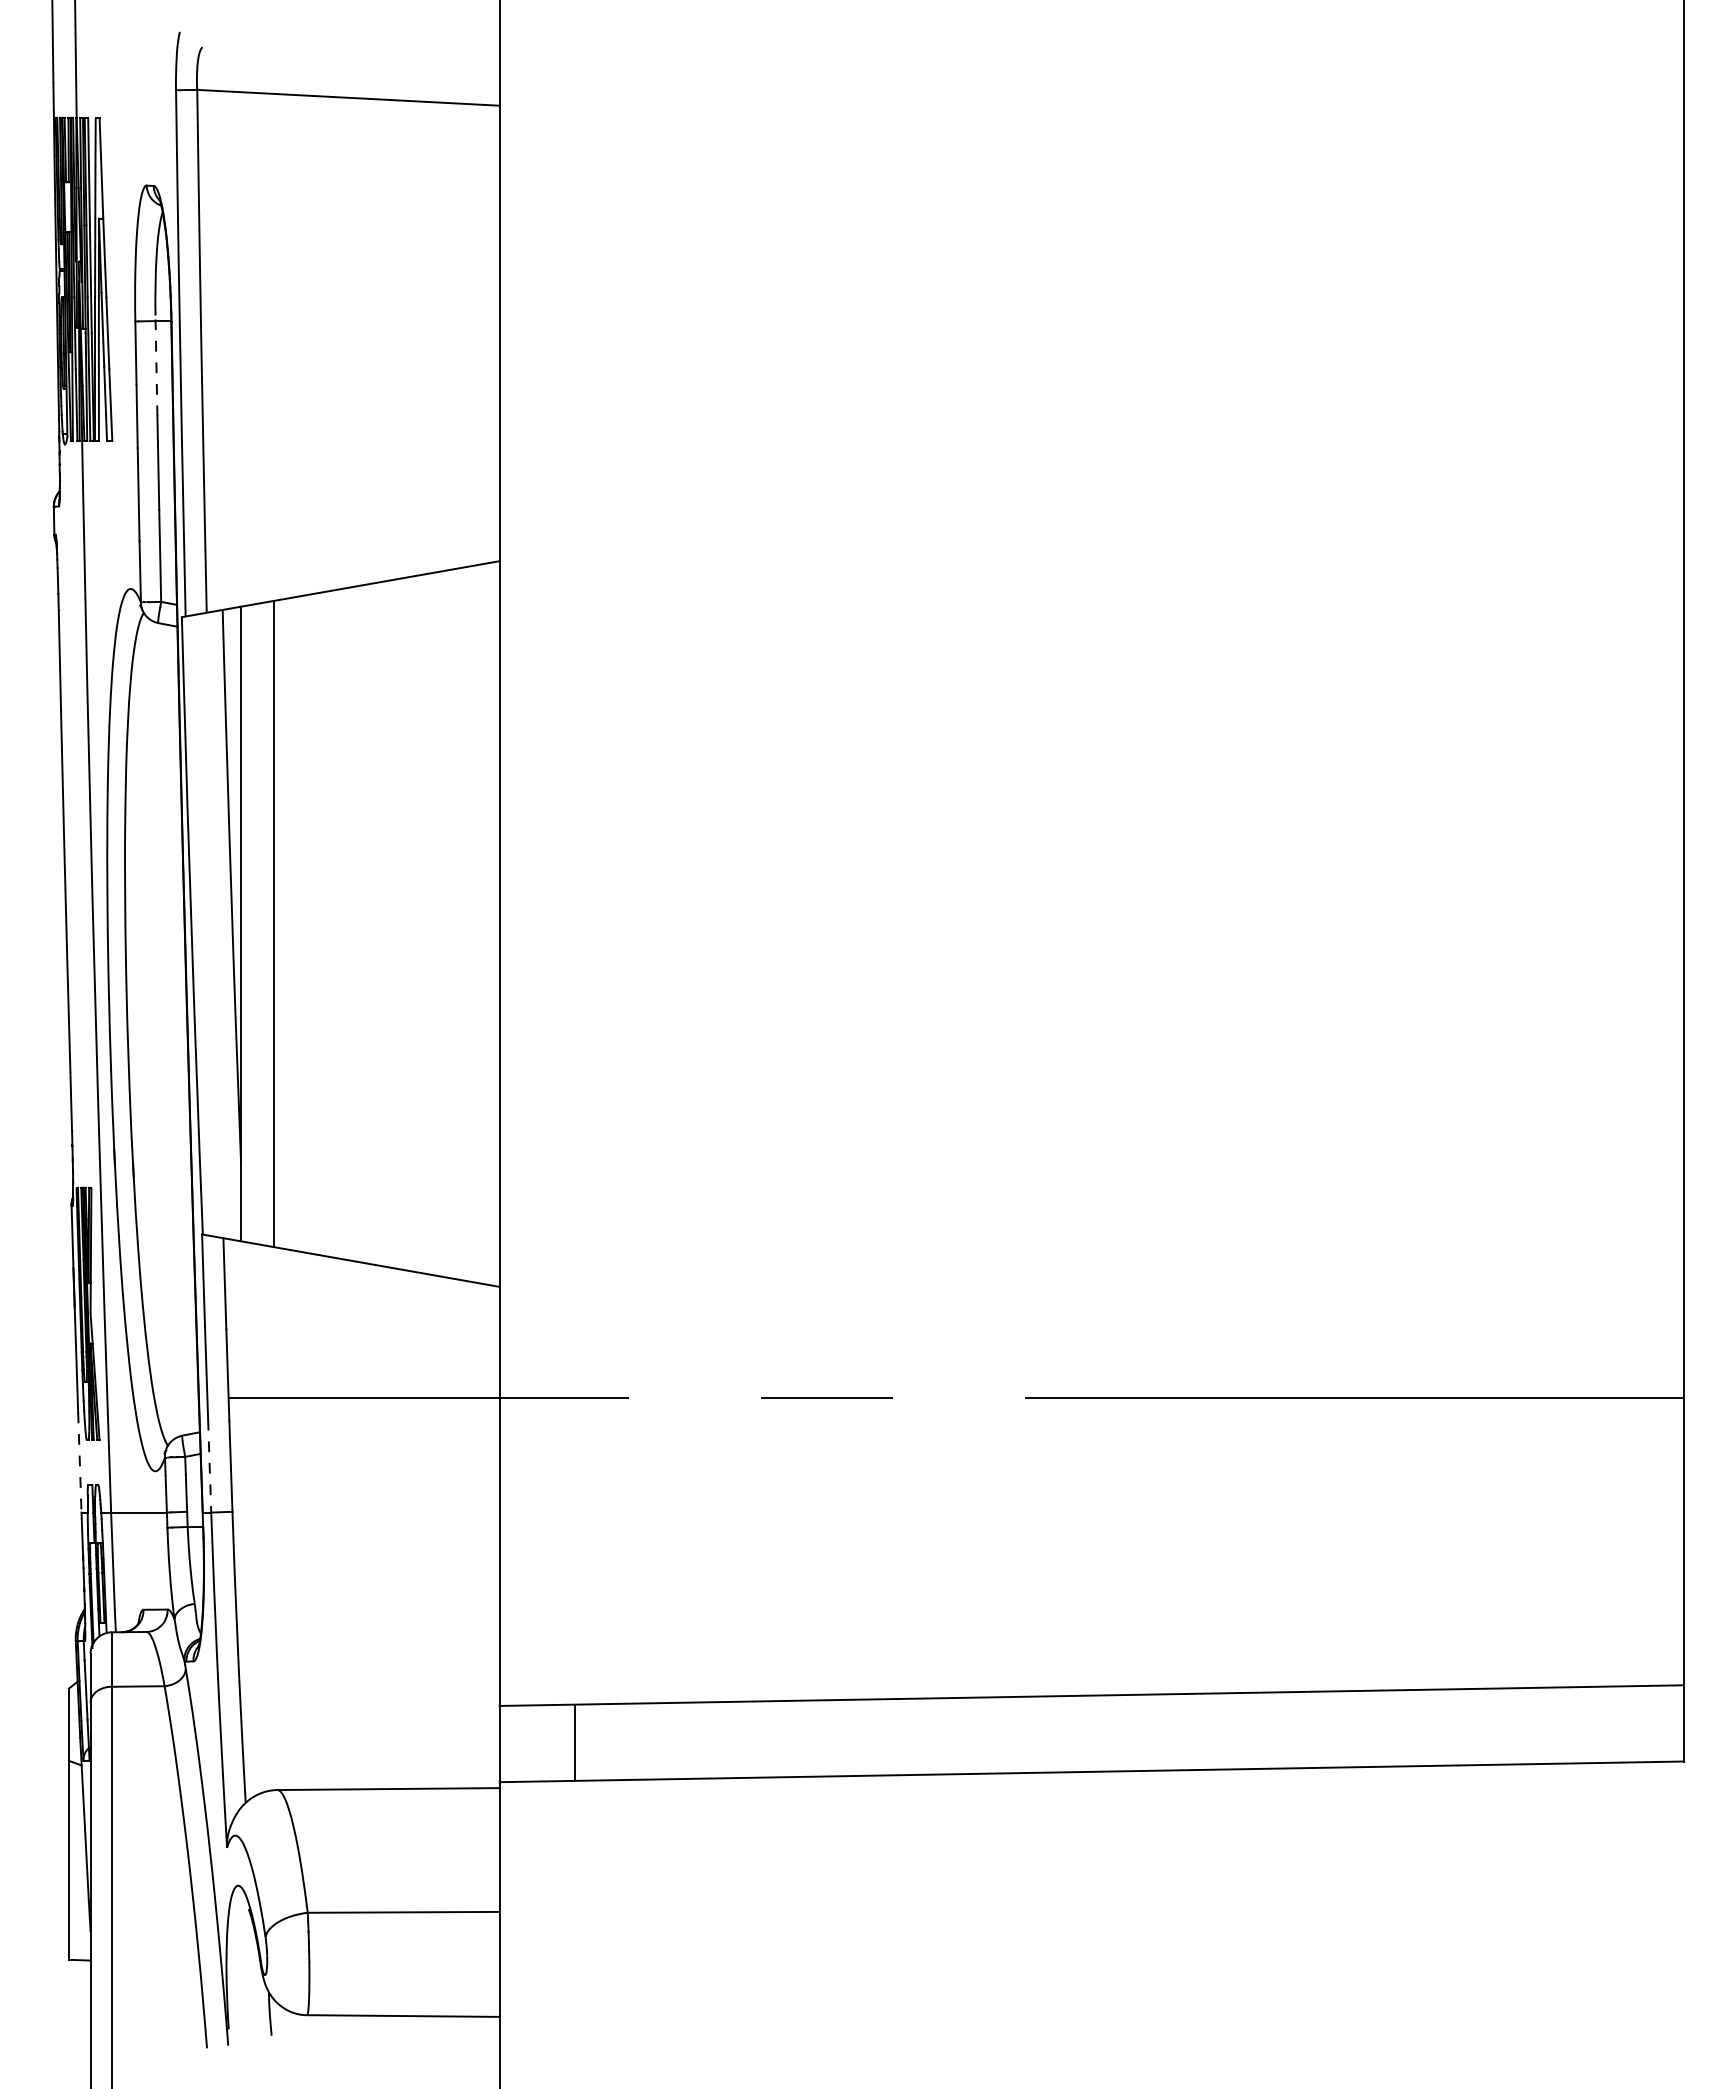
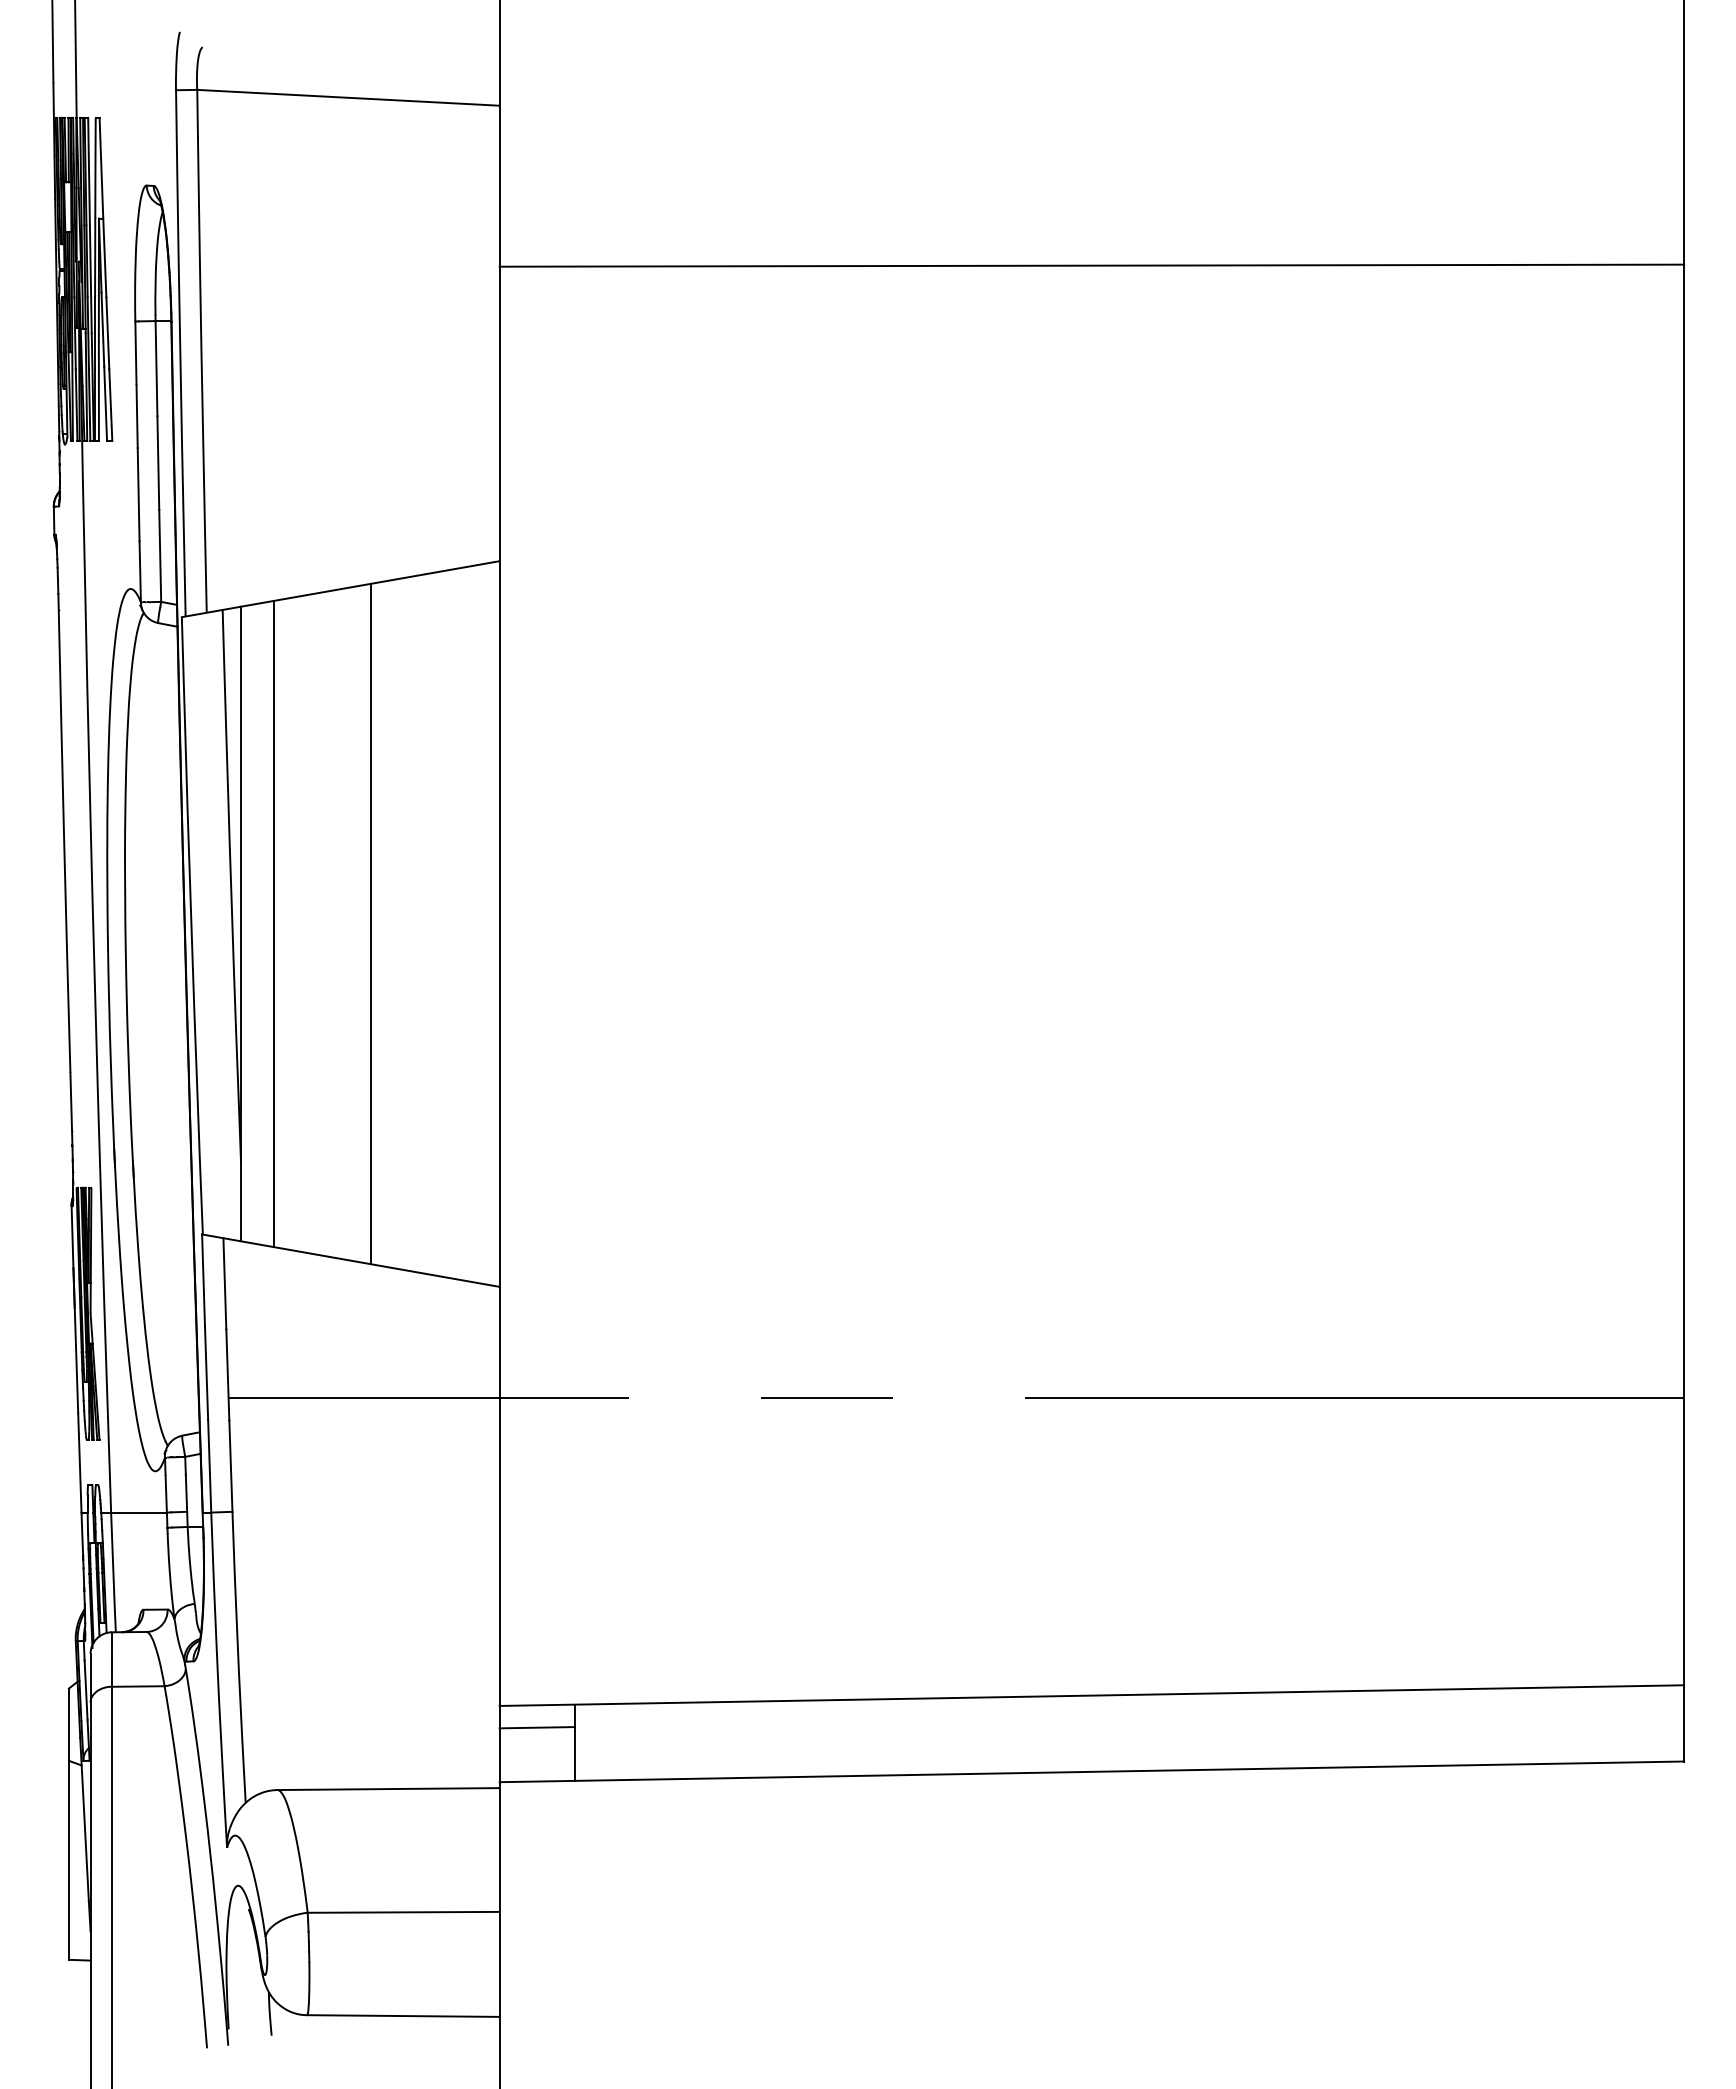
line at (1091, 265): none -> present
line at (156, 365): dashed -> solid
line at (370, 923): none -> present
line at (79, 1463): dashed -> solid
line at (209, 1466): dashed -> solid
line at (537, 1727): none -> present
